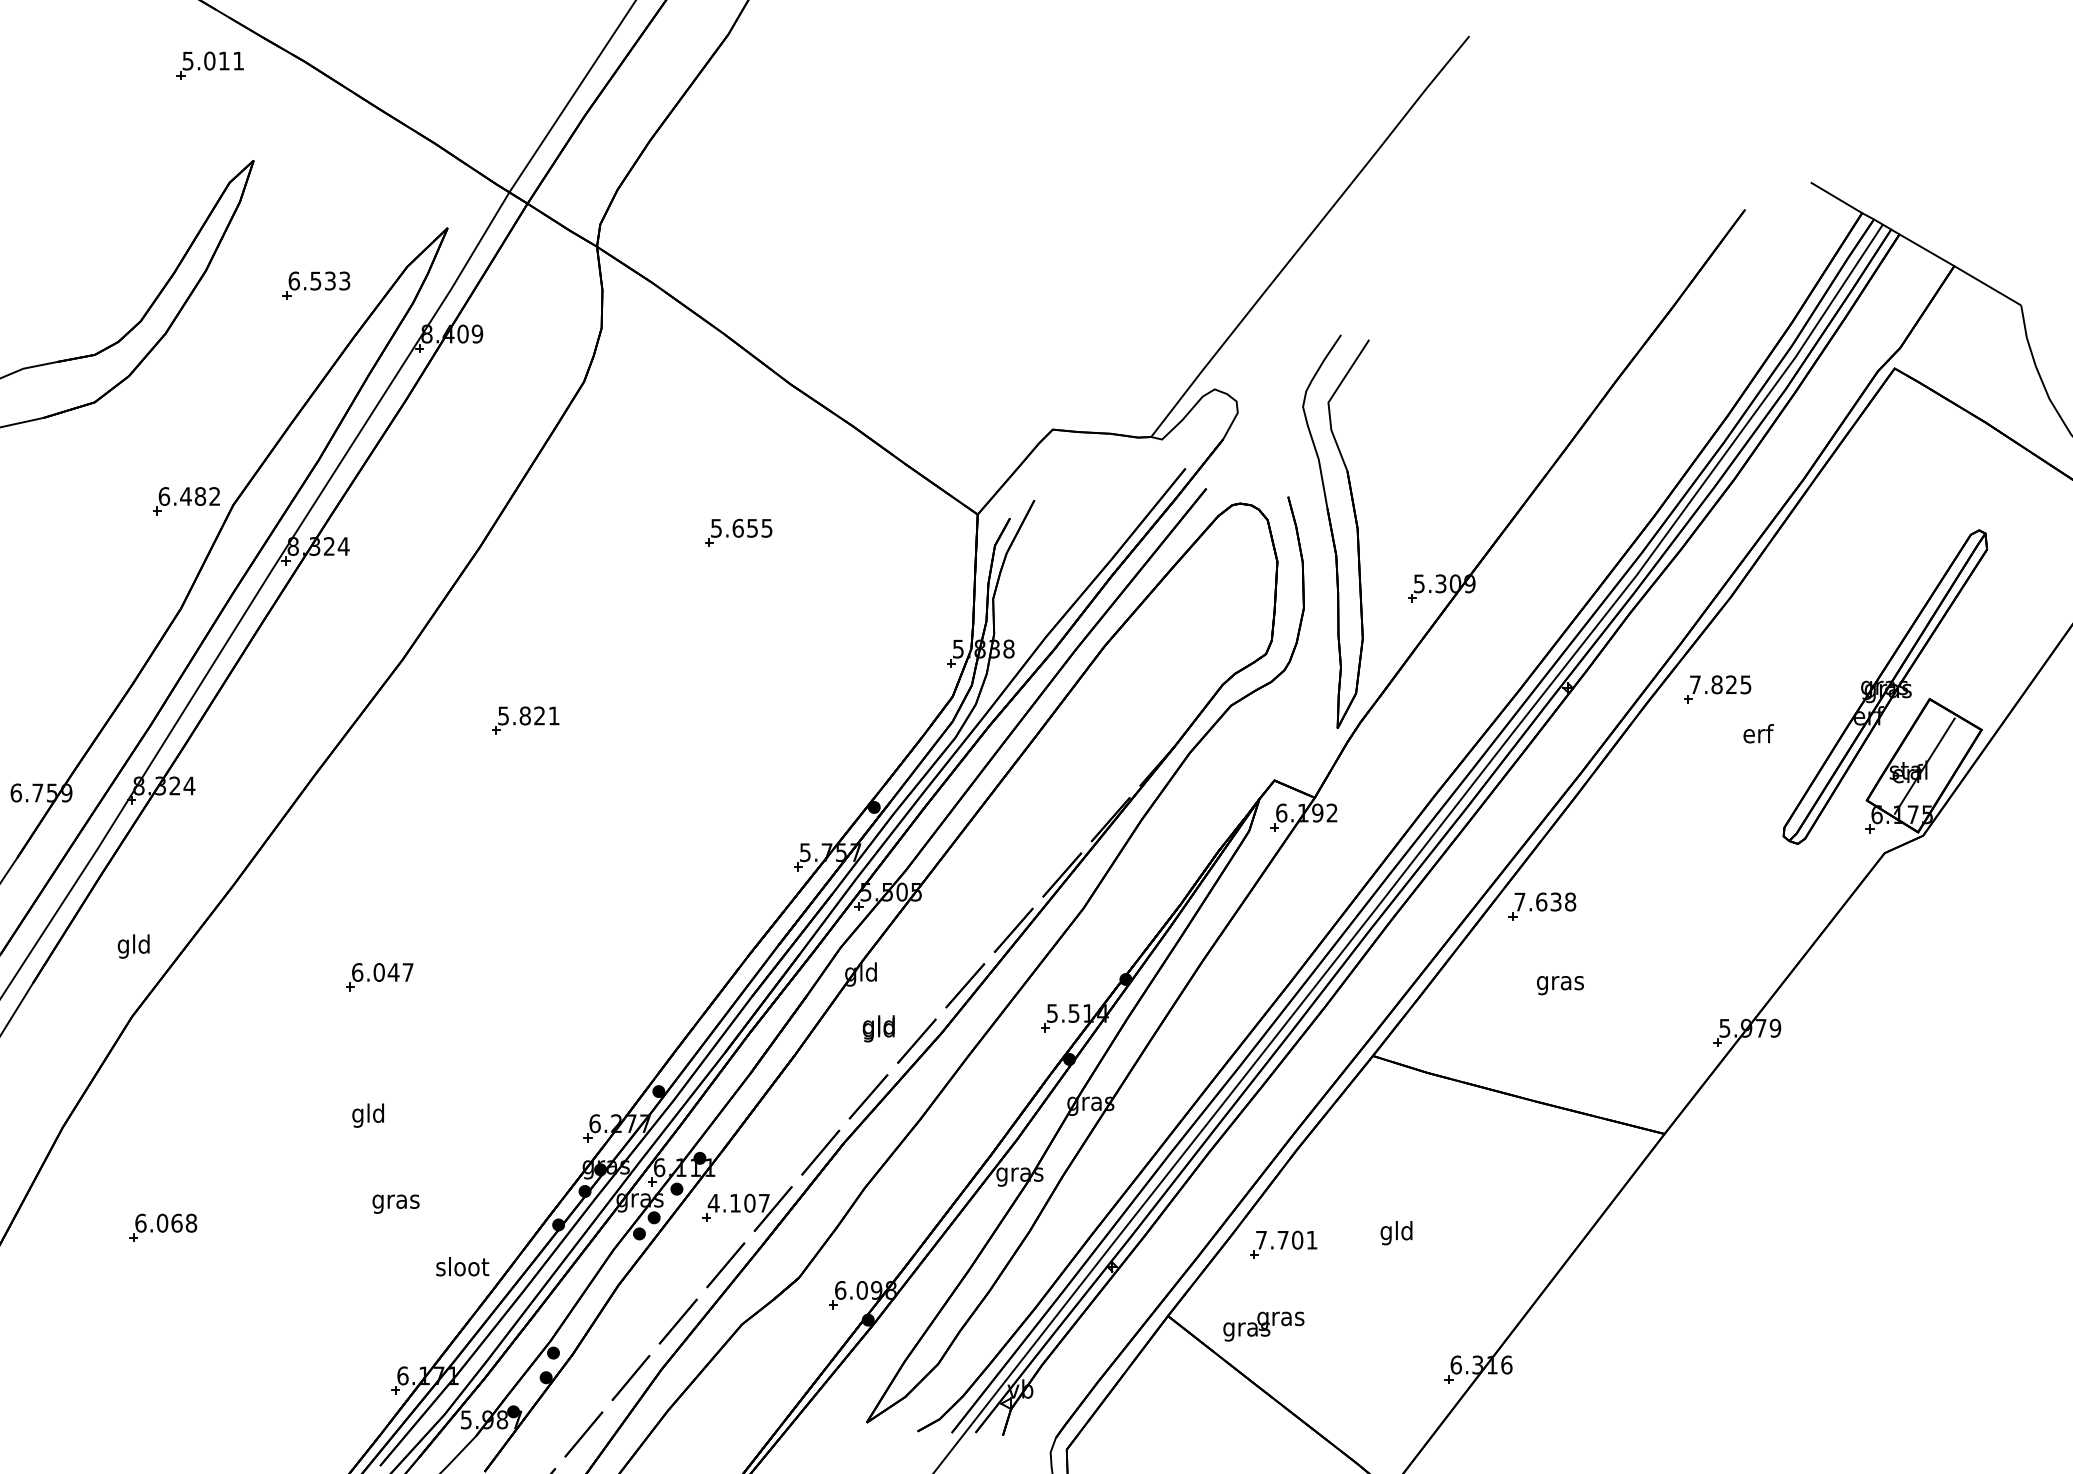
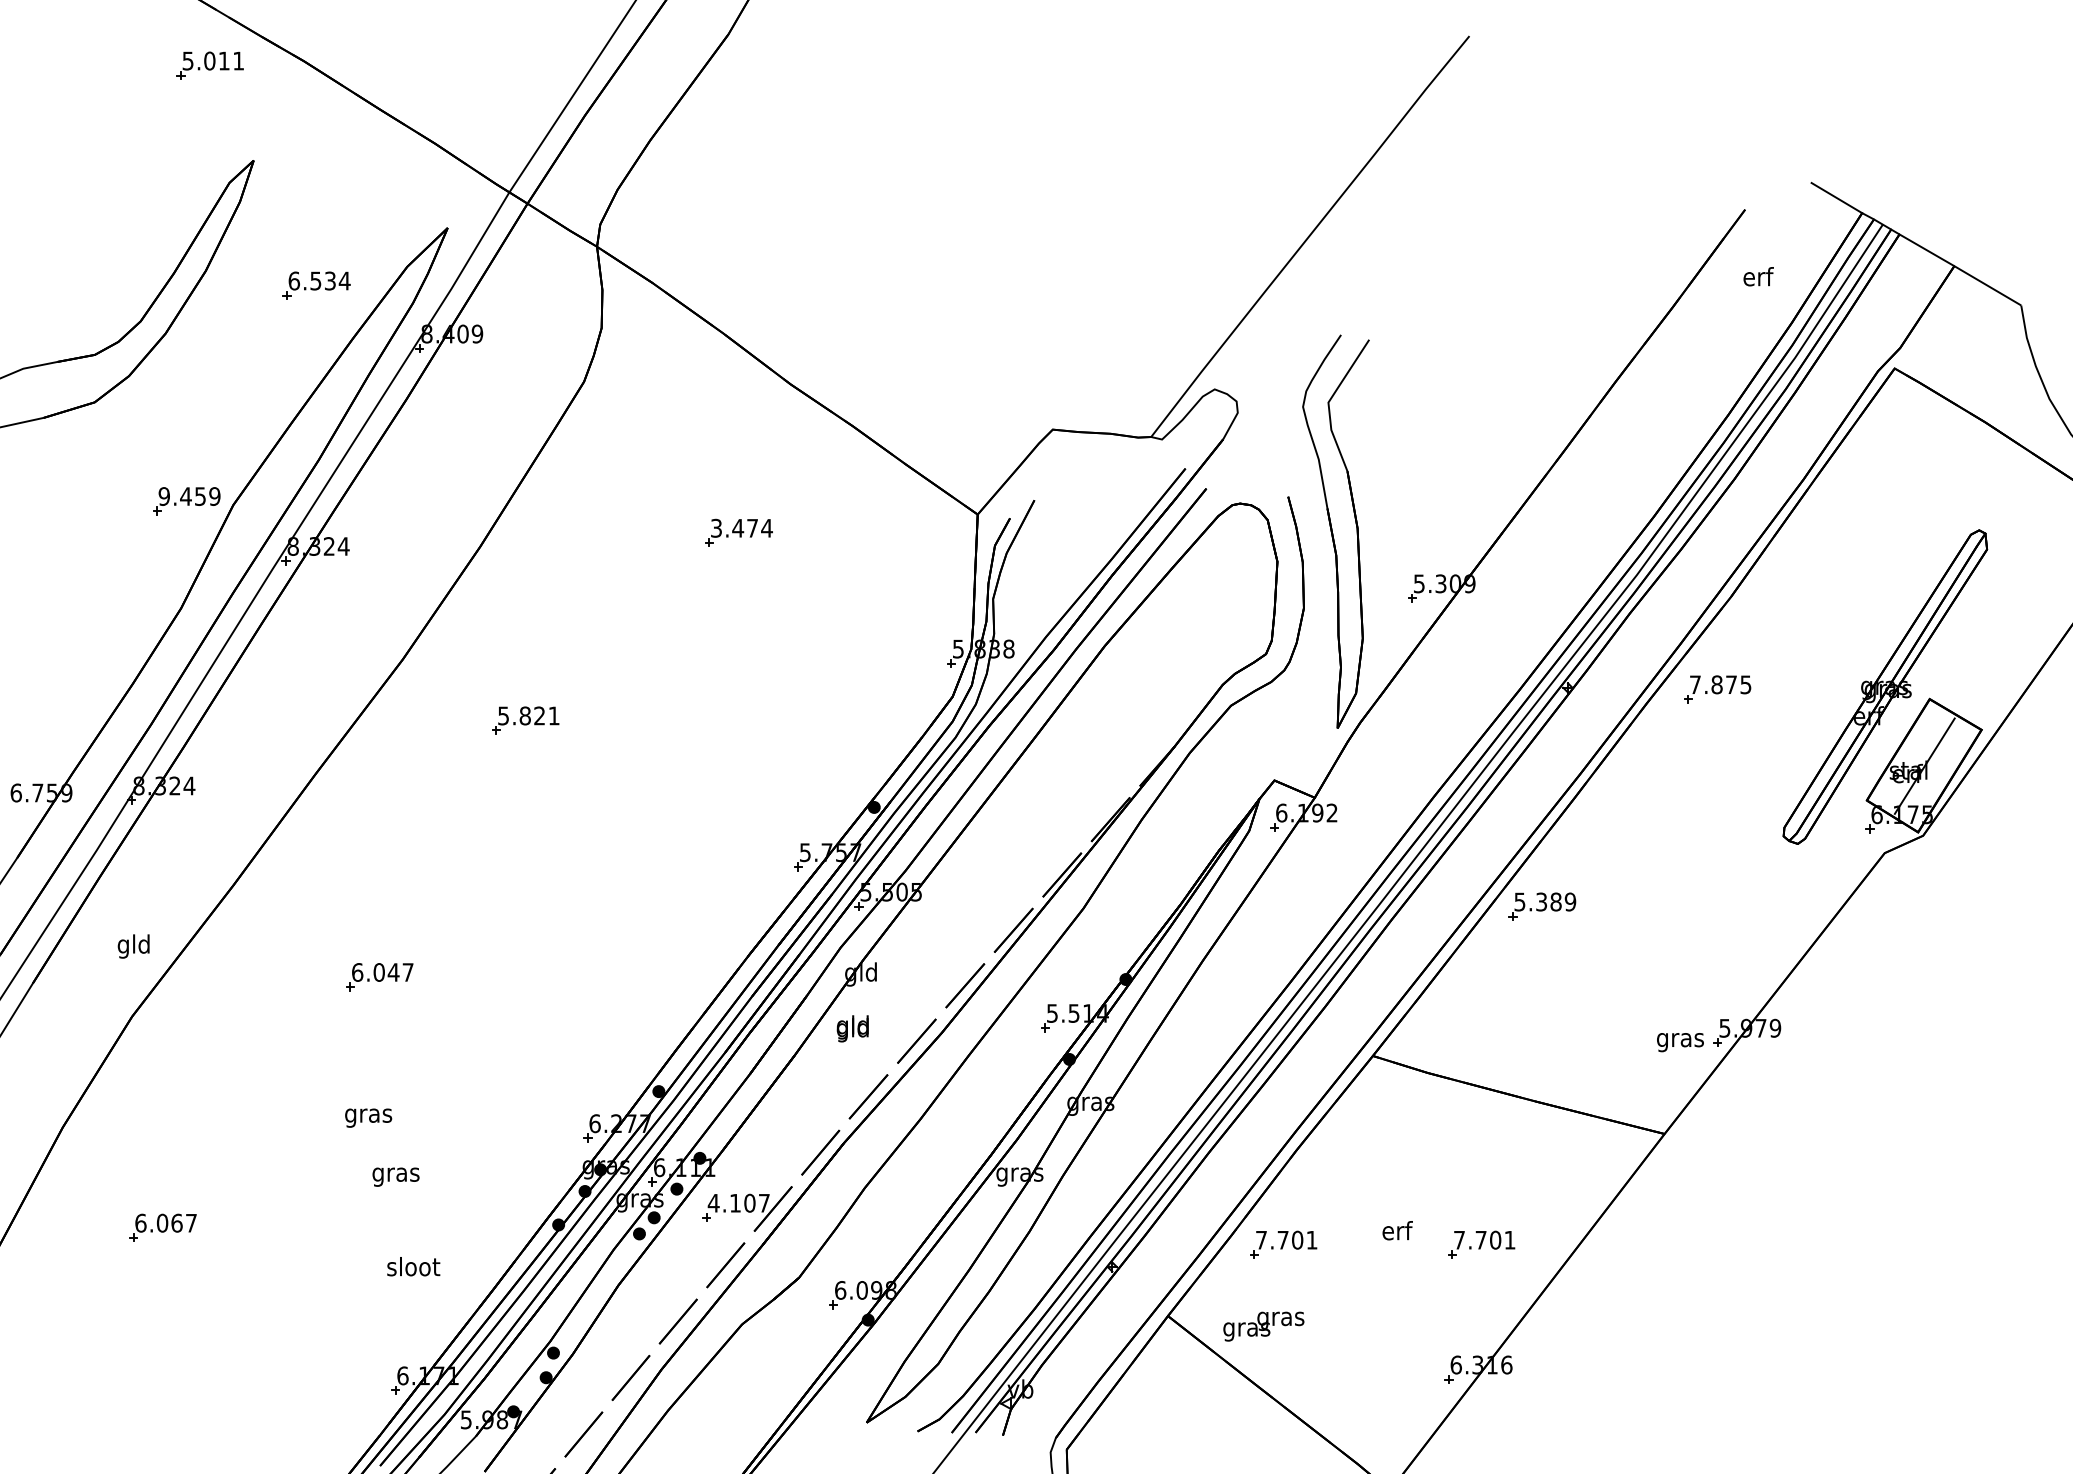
text at (344, 280): 6.533 -> 6.534
text at (189, 496): 6.482 -> 9.459
text at (741, 527): 5.655 -> 3.474
text at (1731, 684): 7.825 -> 7.875
text at (1758, 733) position: (1758, 733) -> (1758, 276)
text at (1545, 901): 7.638 -> 5.389
text at (1560, 985) position: (1560, 985) -> (1680, 1042)
text at (878, 1028) position: (878, 1028) -> (852, 1028)
text at (368, 1115): gld -> gras
text at (395, 1203) position: (395, 1203) -> (395, 1176)
text at (191, 1222): 6.068 -> 6.067
text at (1396, 1233): gld -> erf
part at (1481, 1244): none -> present
text at (462, 1266) position: (462, 1266) -> (413, 1266)
